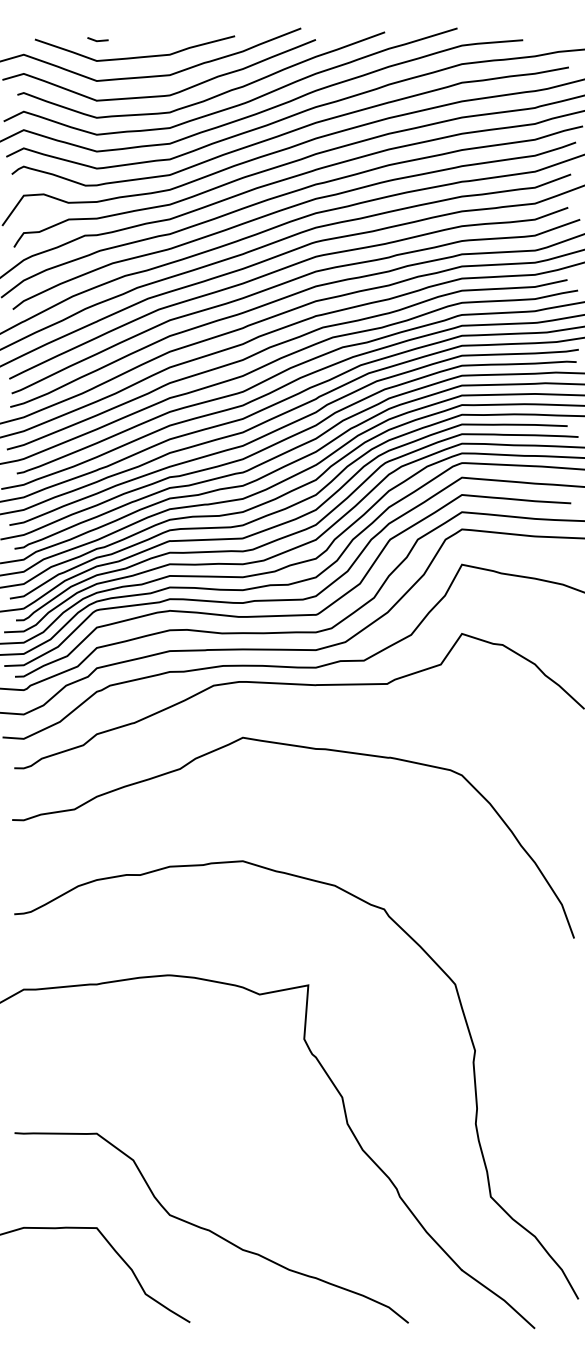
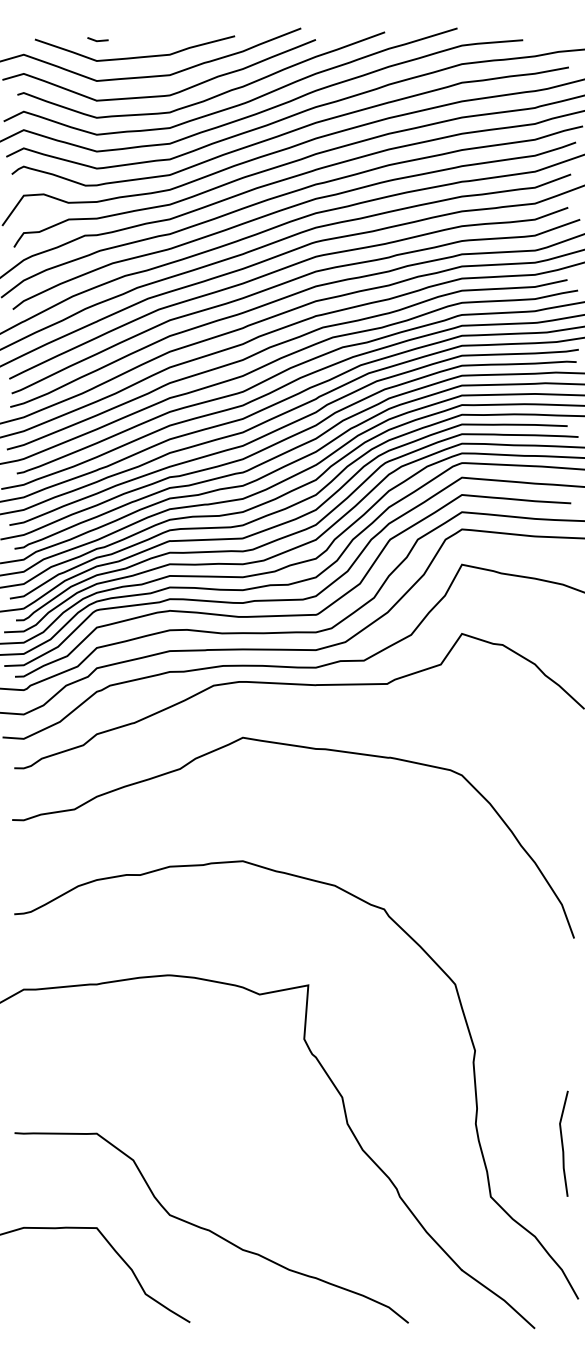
line at (563, 1143): none -> present
